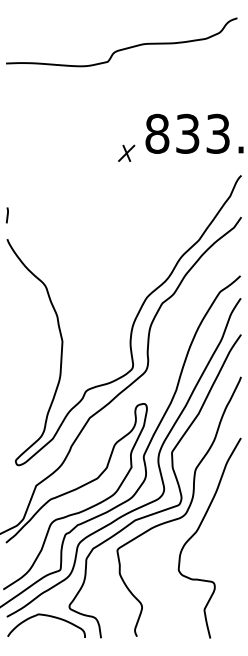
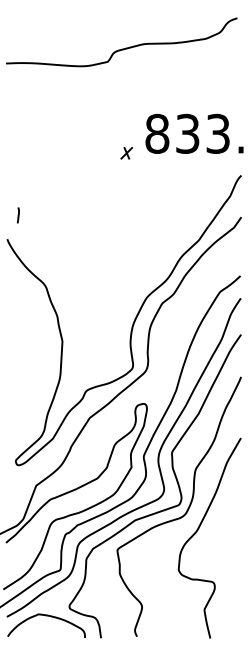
part at (126, 152) size: 18x18 px -> 13x13 px
line at (6, 215) position: (6, 215) -> (17, 215)
